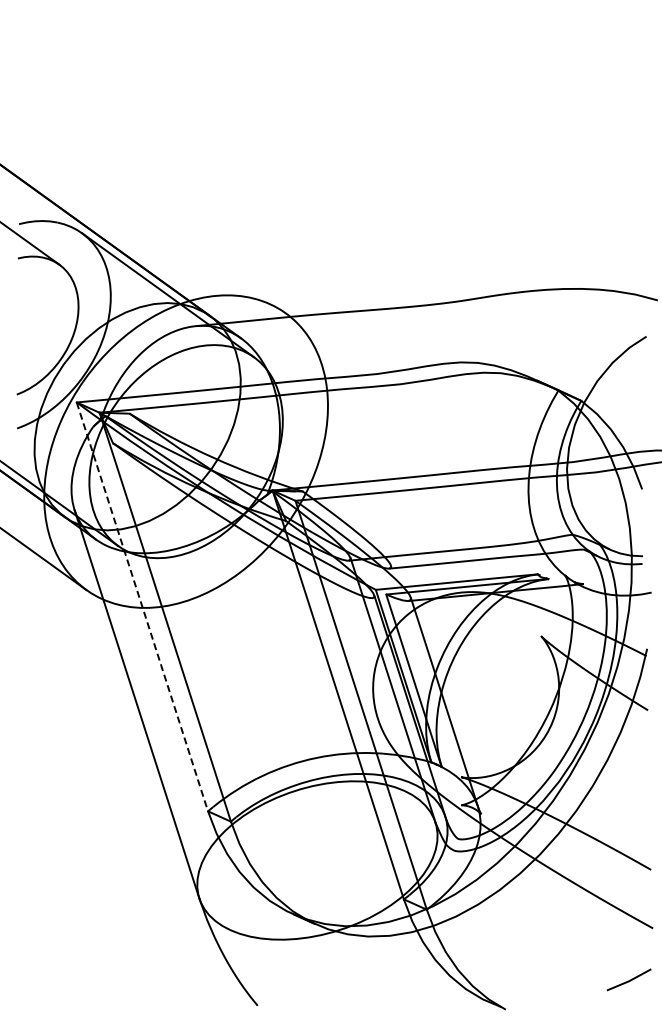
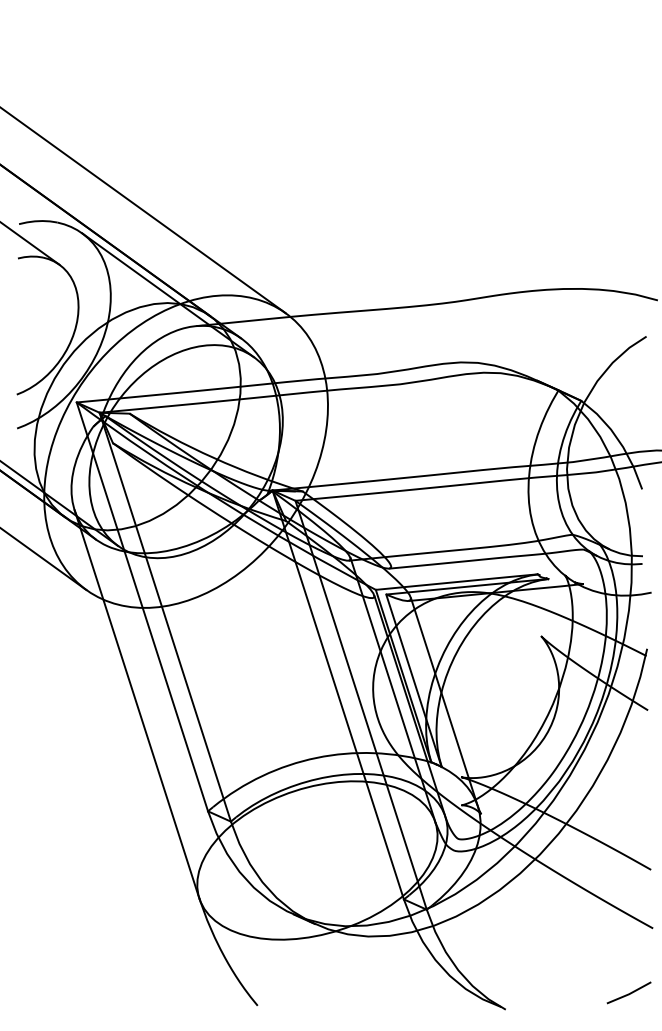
line at (143, 210): none -> present
line at (142, 606): dashed -> solid
line at (628, 980) position: (628, 980) -> (628, 993)
